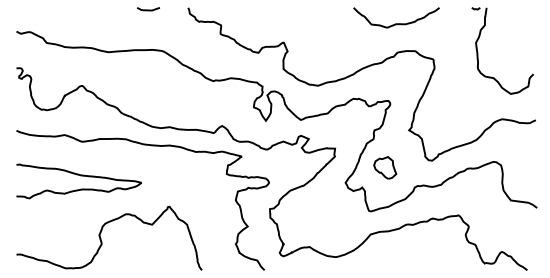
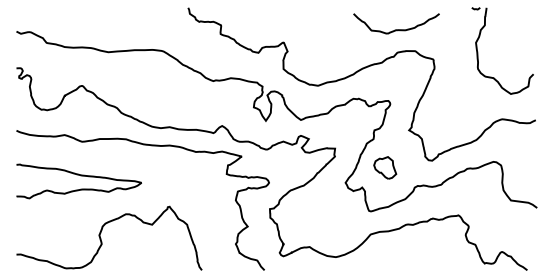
curve at (148, 9): present -> none
curve at (396, 23) position: (396, 23) -> (396, 29)
